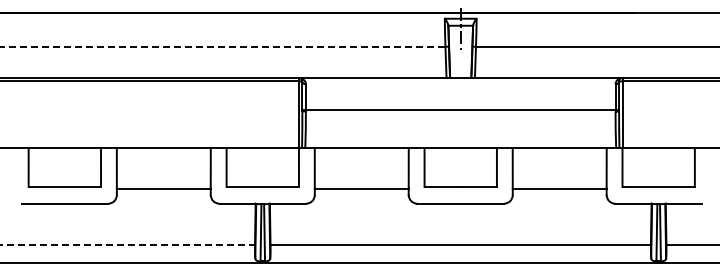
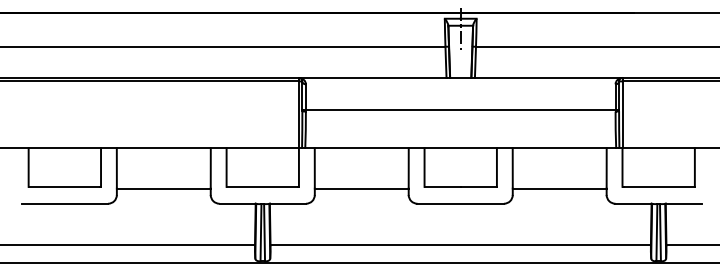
line at (222, 46): dashed -> solid
line at (128, 245): dashed -> solid
